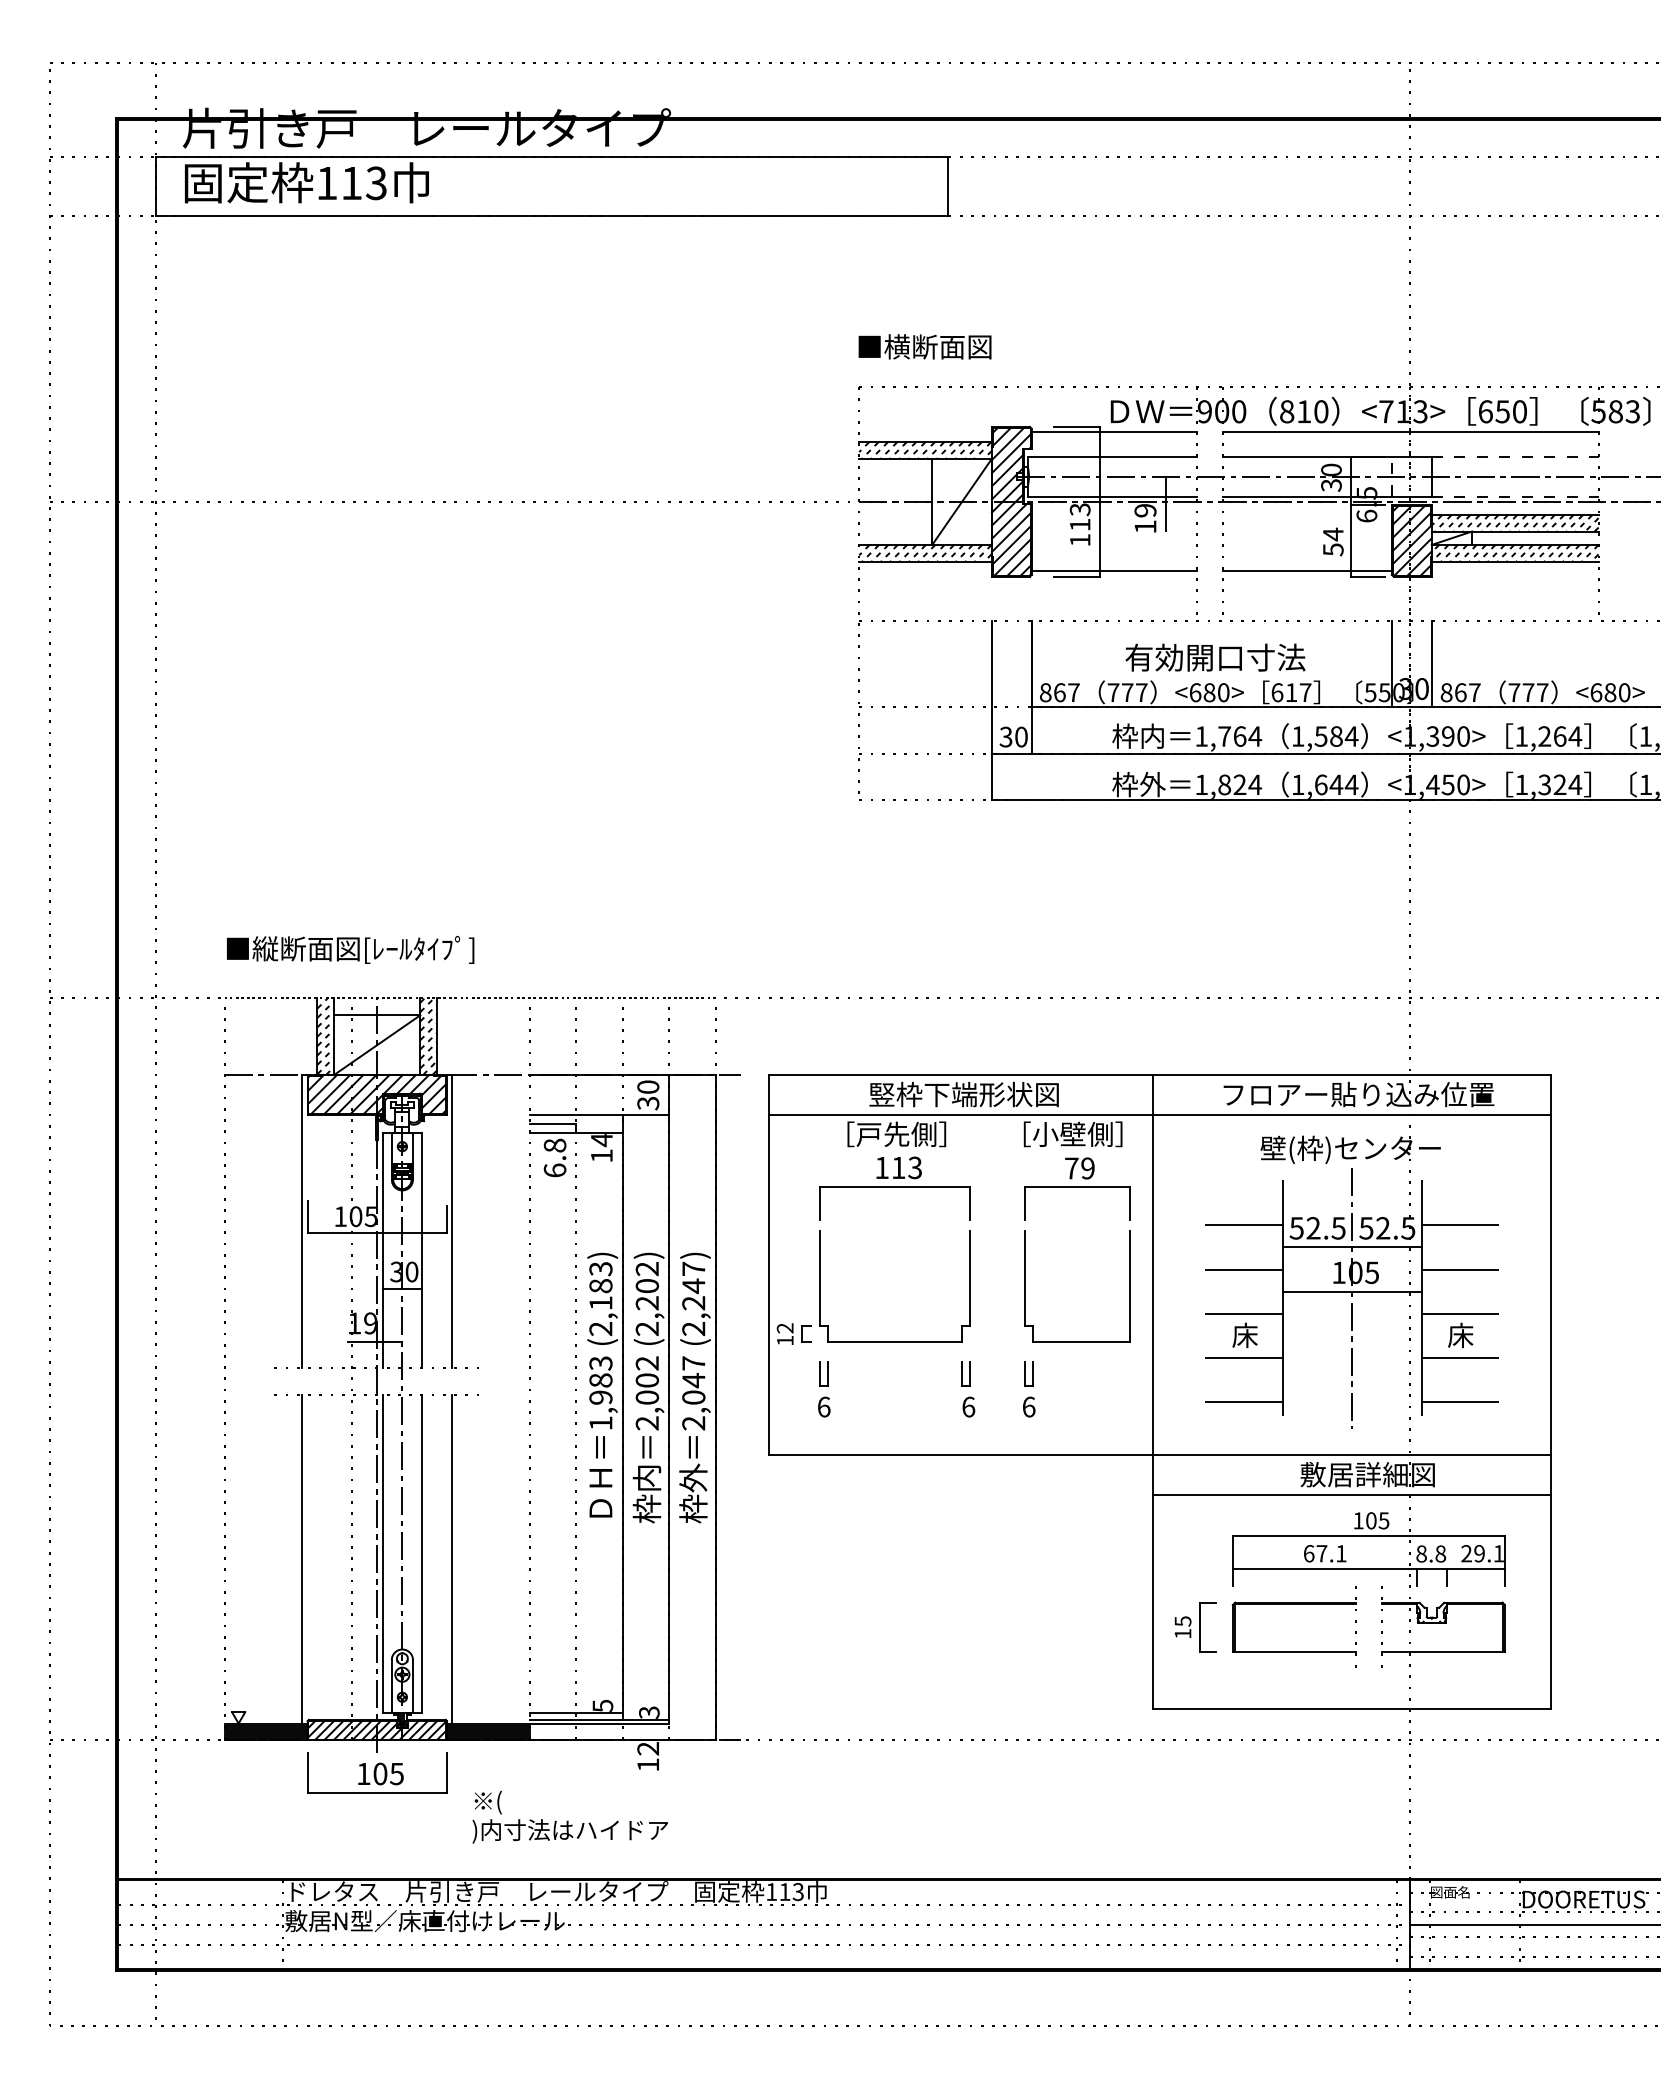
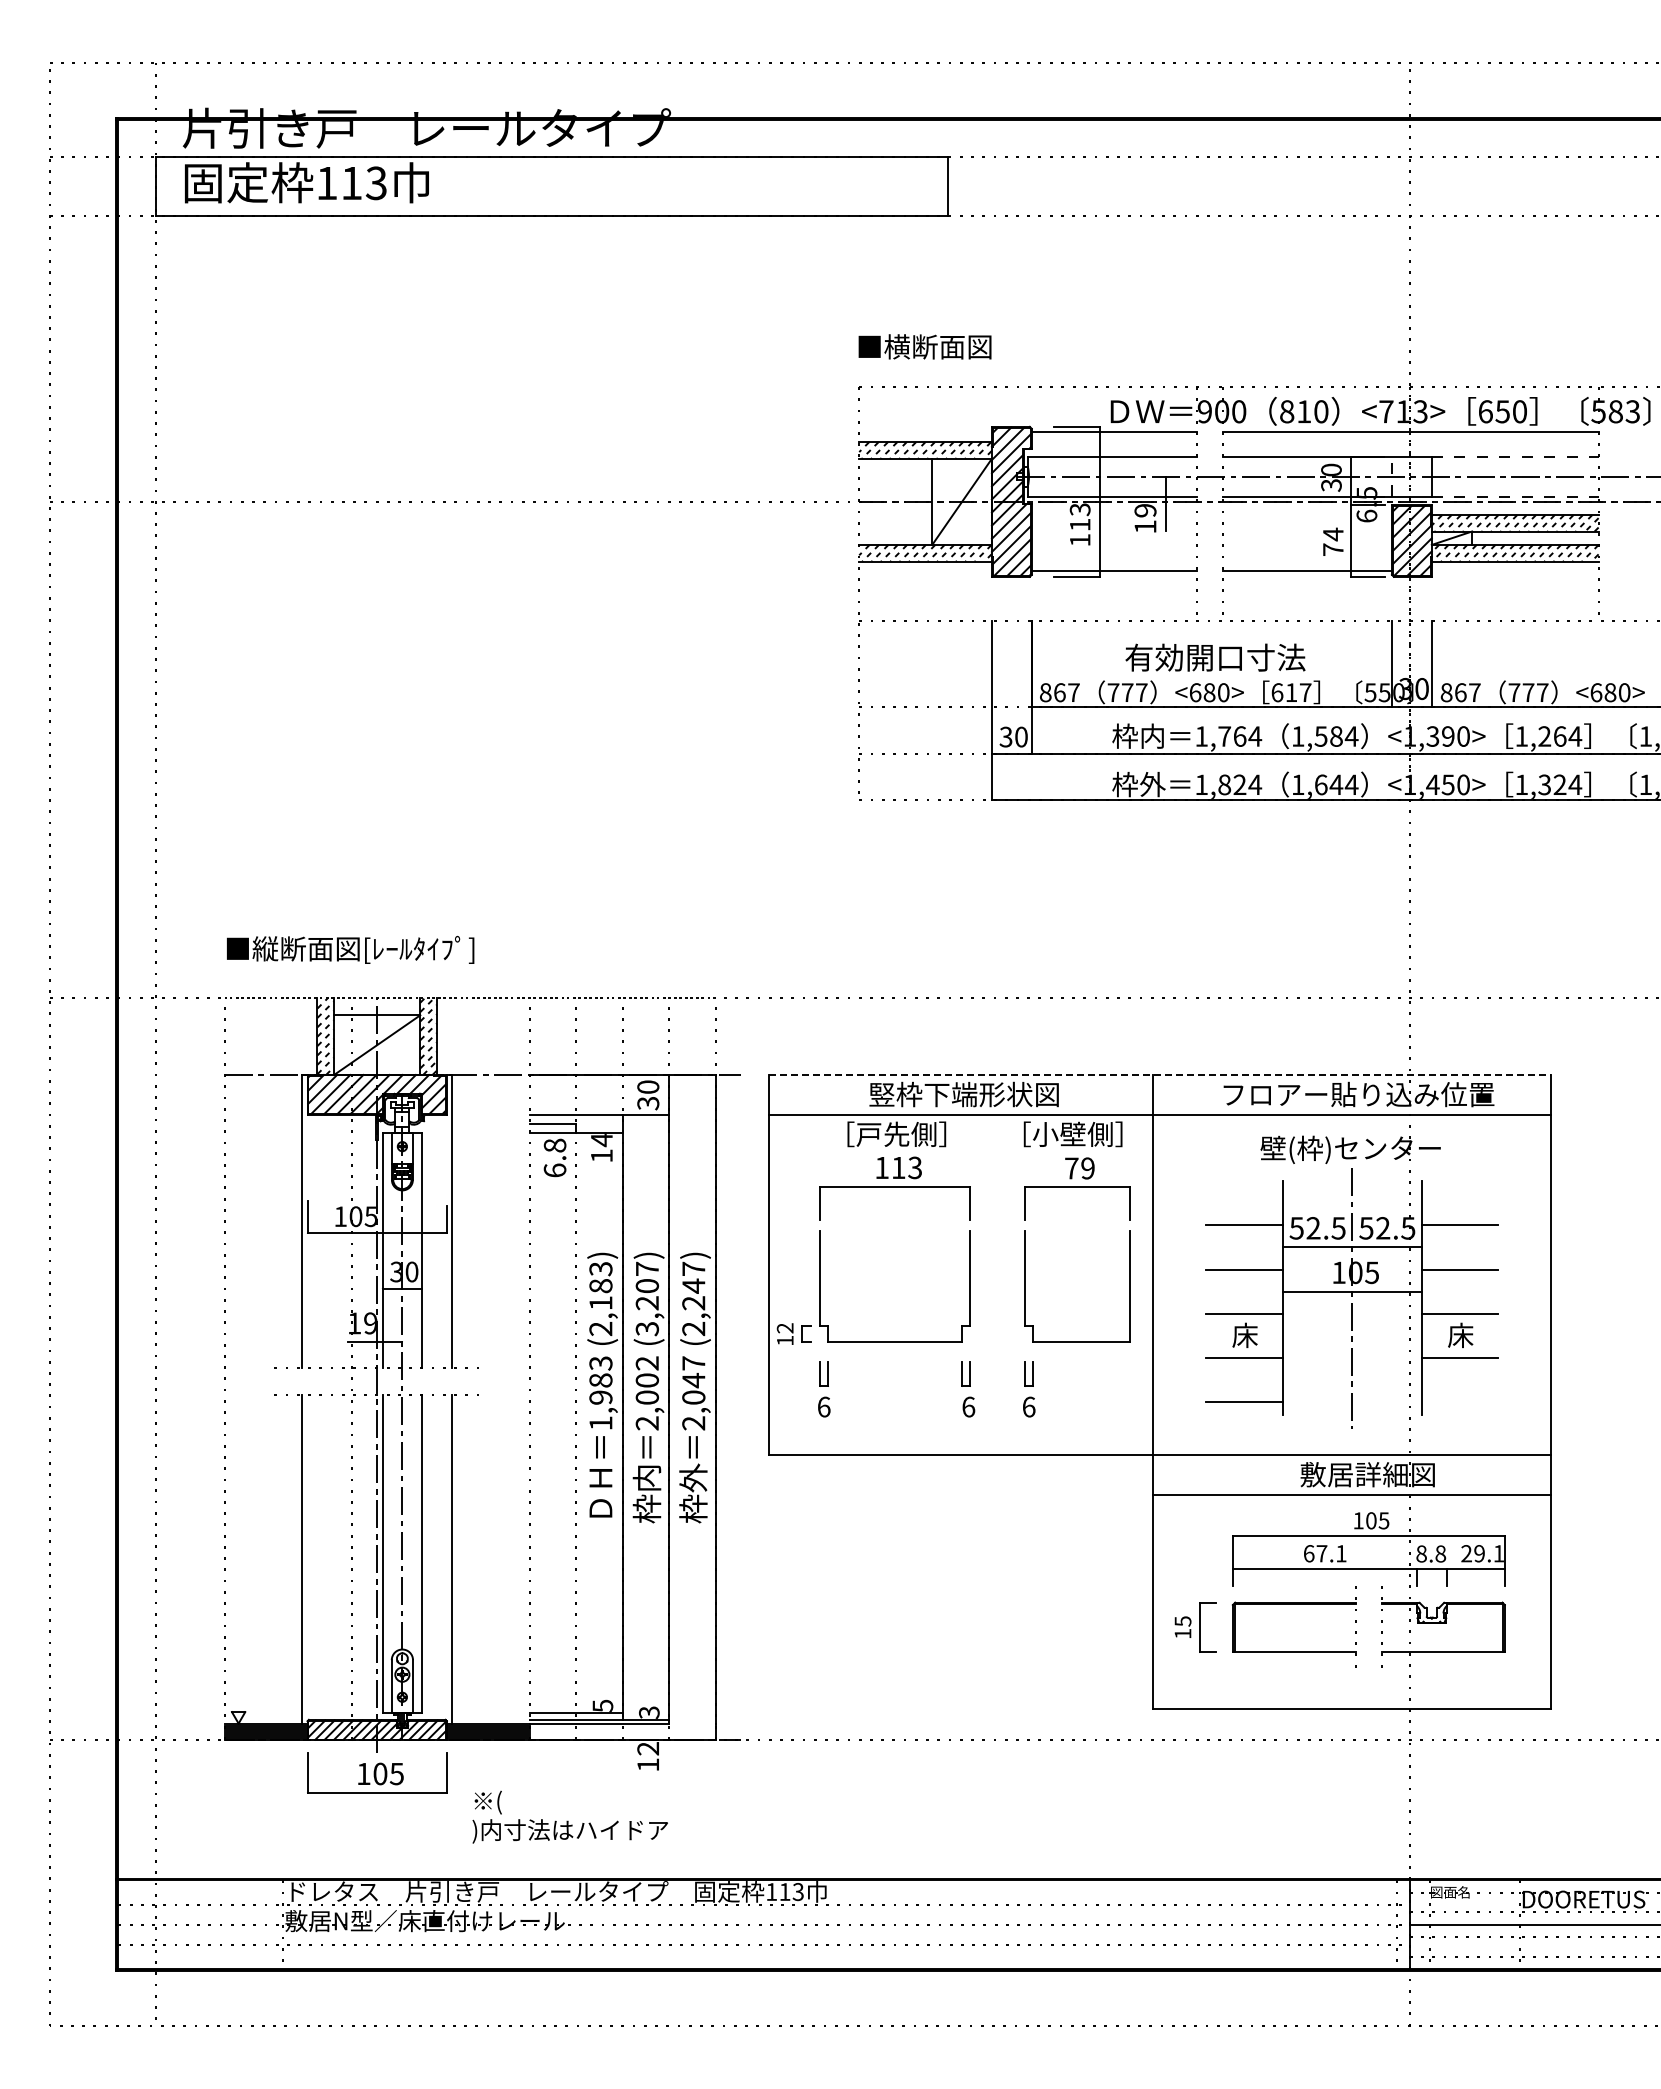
text at (1333, 549): 54 -> 74
line at (1160, 1075): solid -> dashed
text at (647, 1298): (2,202) -> (3,207)
line at (1460, 1402): present -> none
